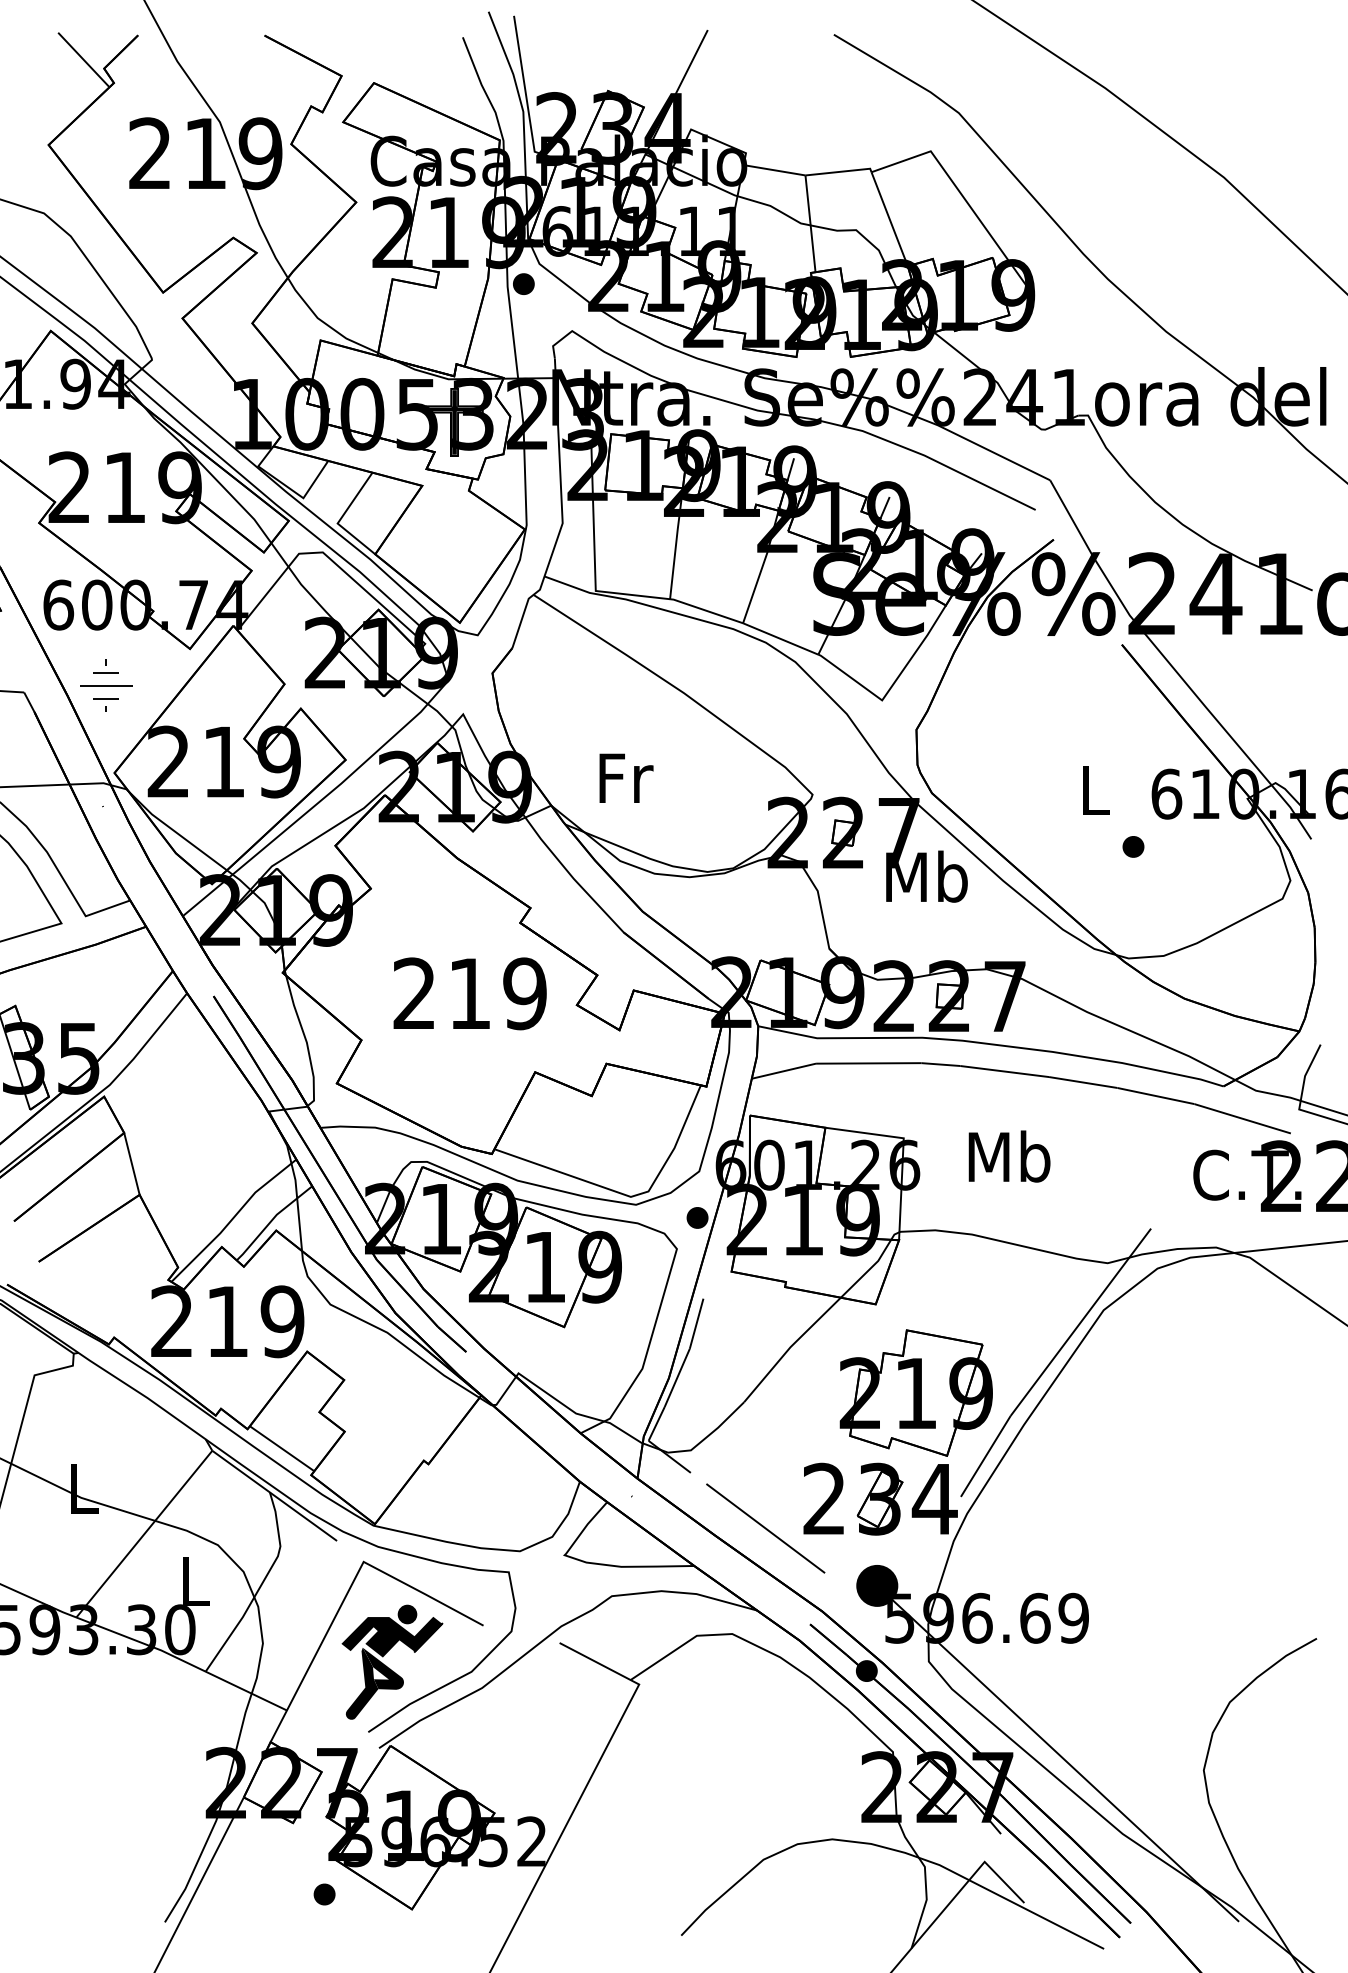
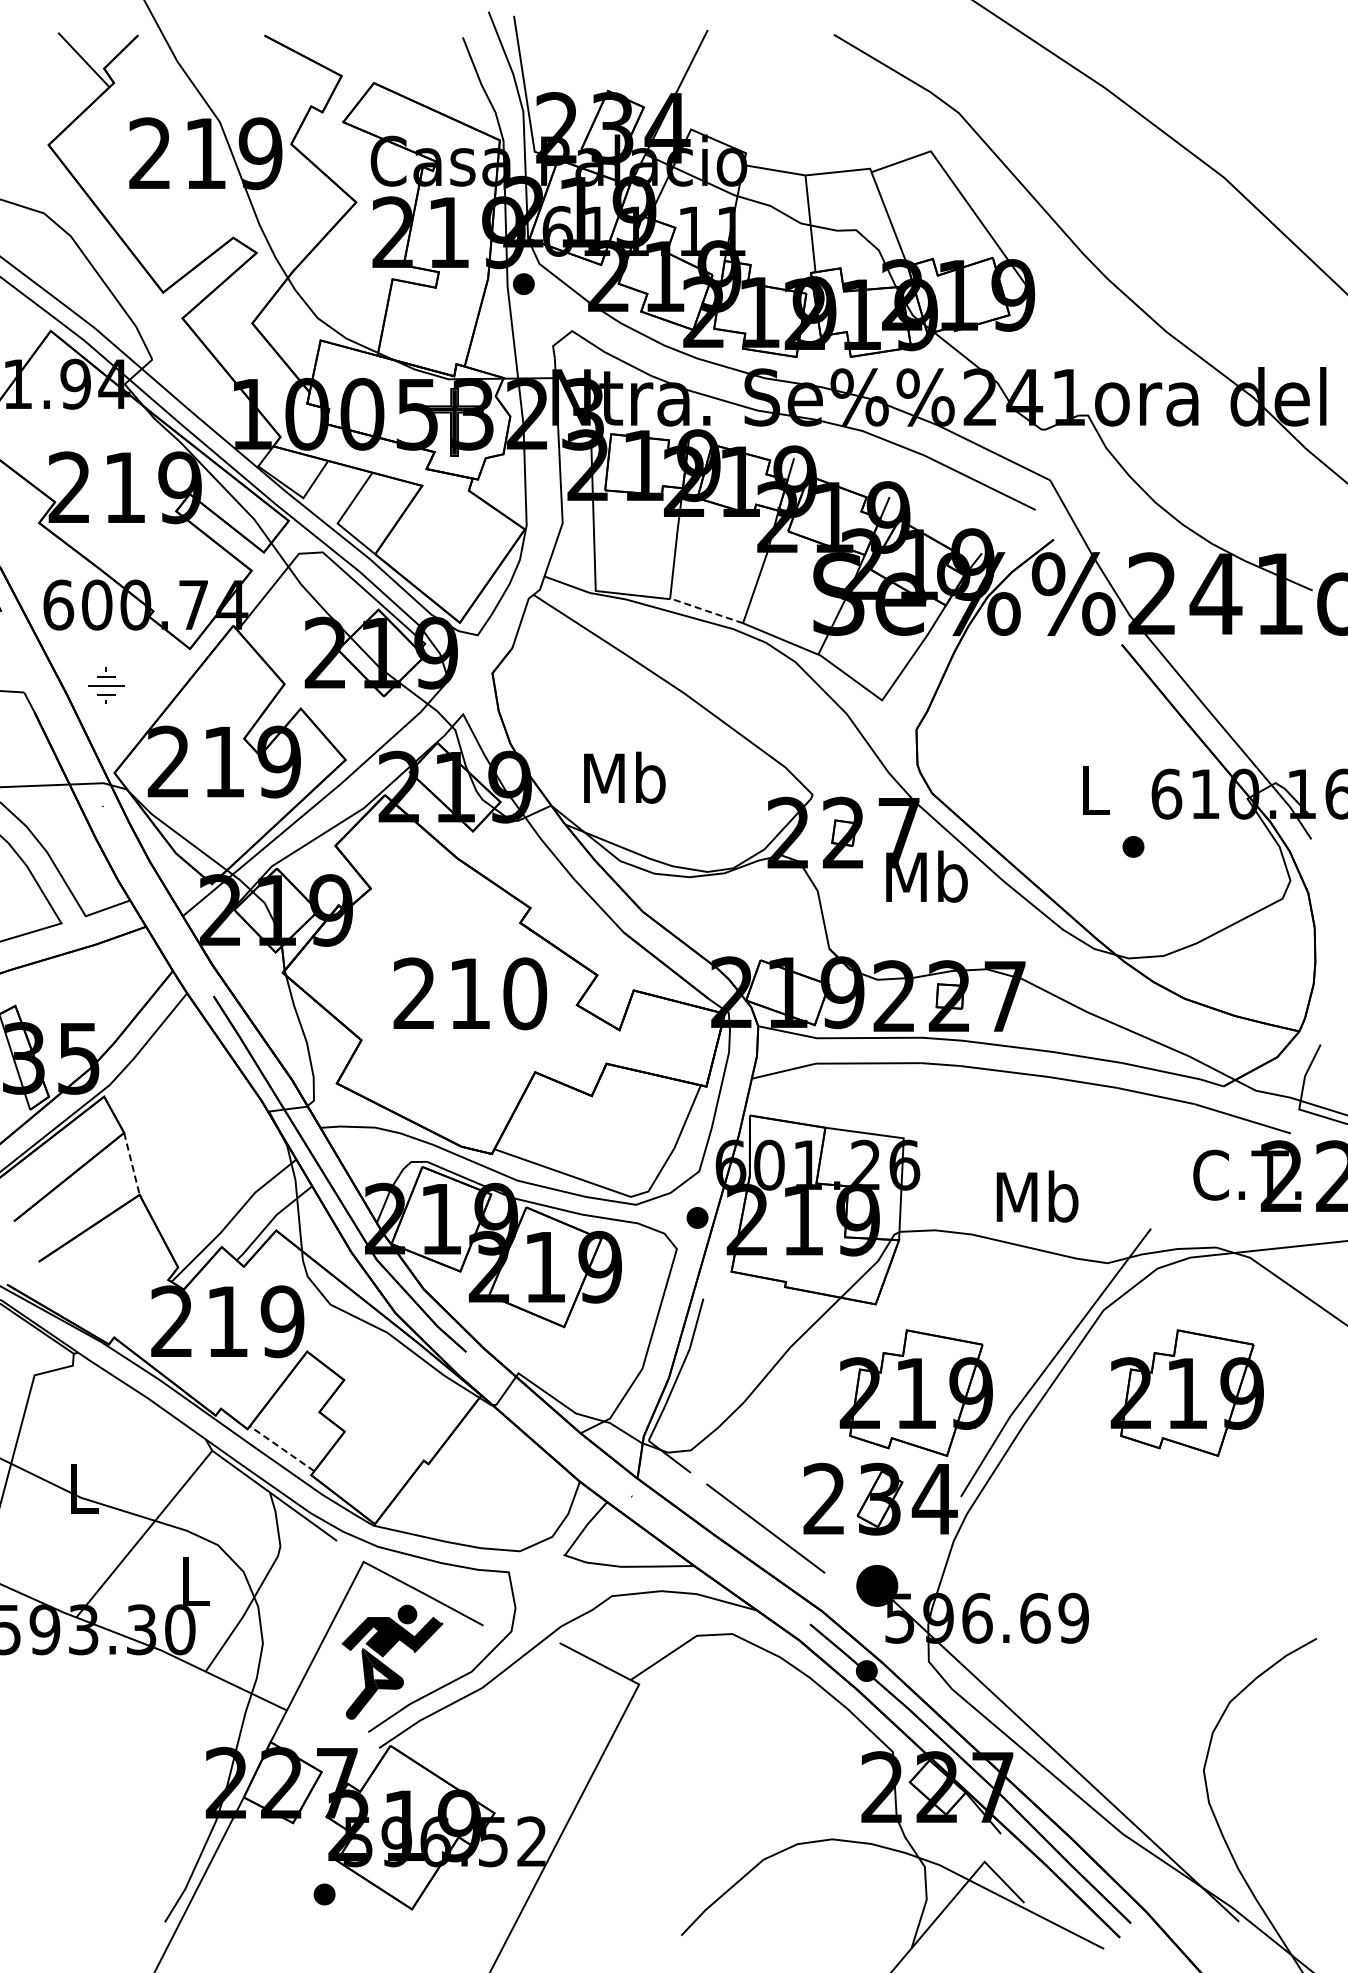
line at (705, 610): solid -> dashed
part at (106, 685) size: 53x53 px -> 37x37 px
text at (624, 777): Fr -> Mb
text at (525, 993): 219 -> 210
text at (1009, 1156) position: (1009, 1156) -> (1037, 1196)
line at (131, 1163): solid -> dashed
part at (1186, 1392): none -> present
line at (281, 1448): solid -> dashed
